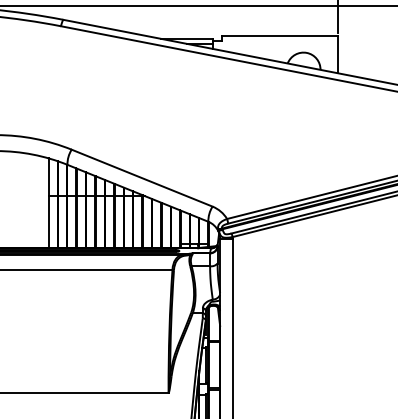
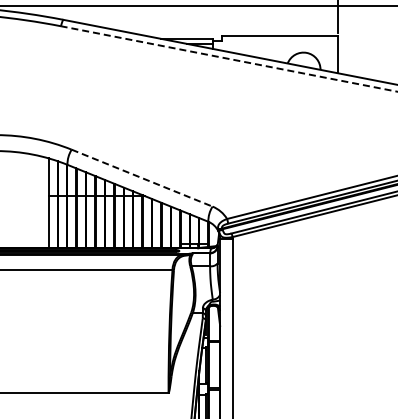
line at (228, 58): solid -> dashed
line at (142, 178): solid -> dashed
